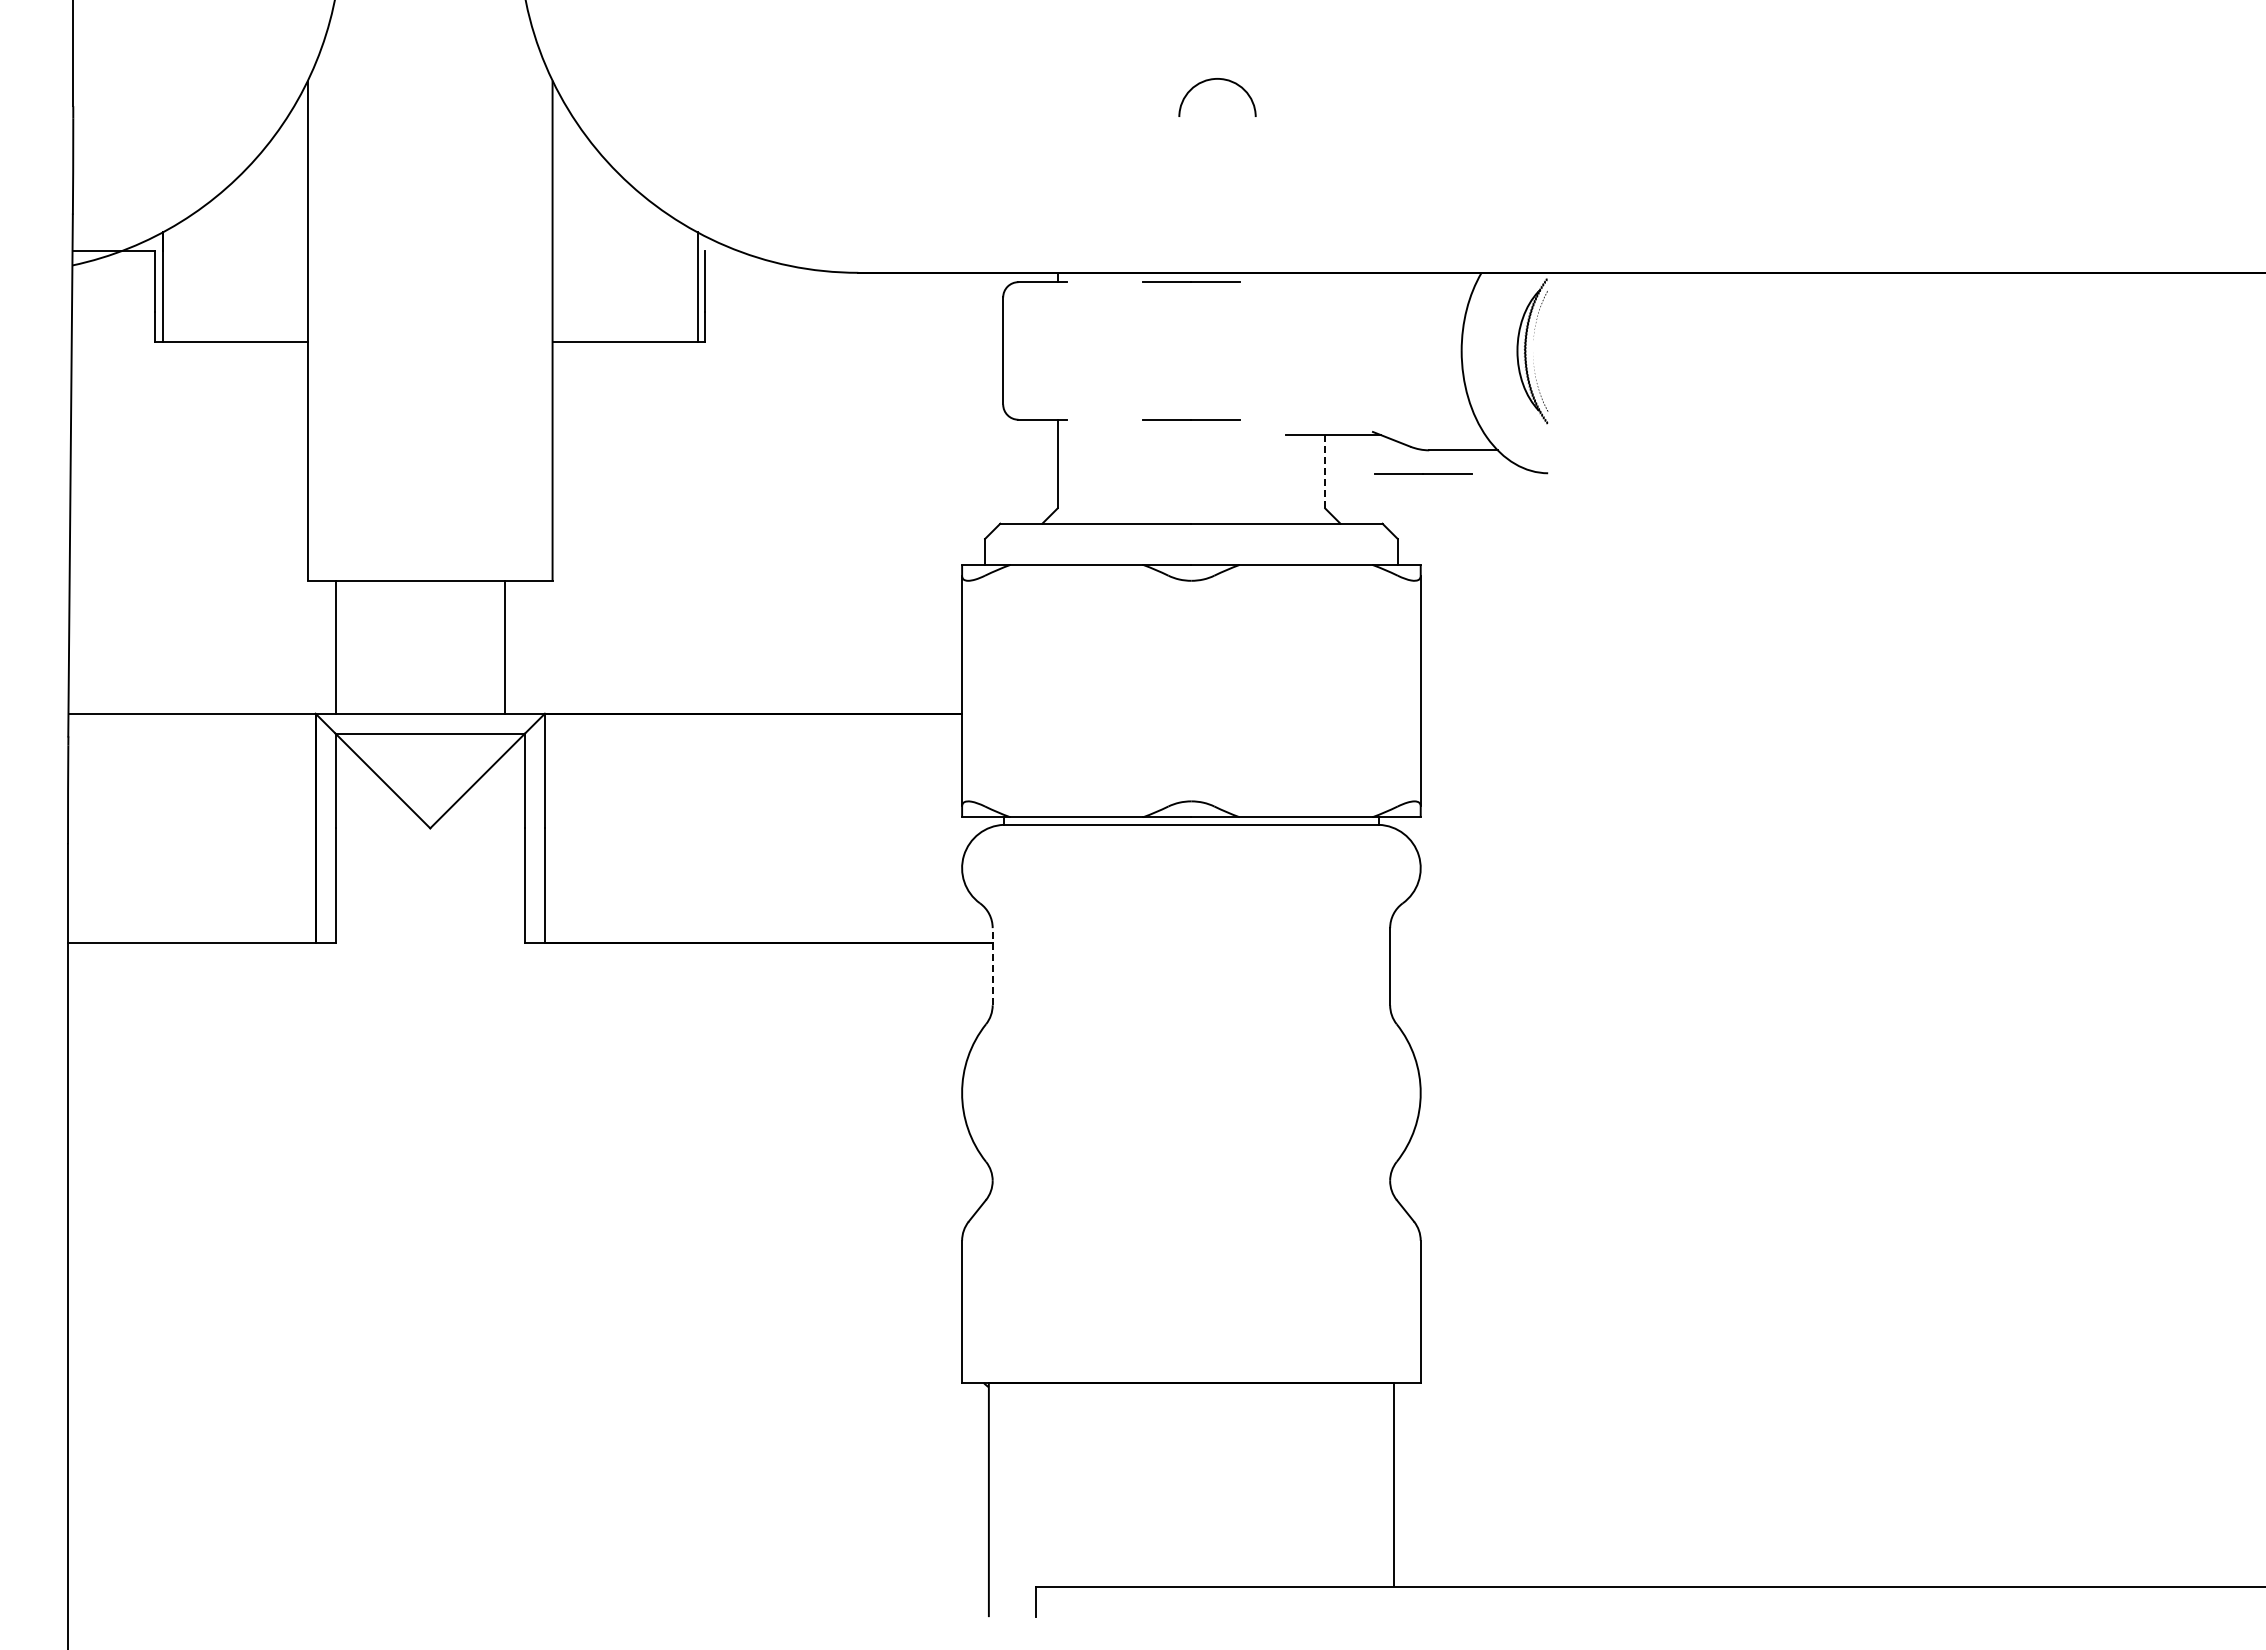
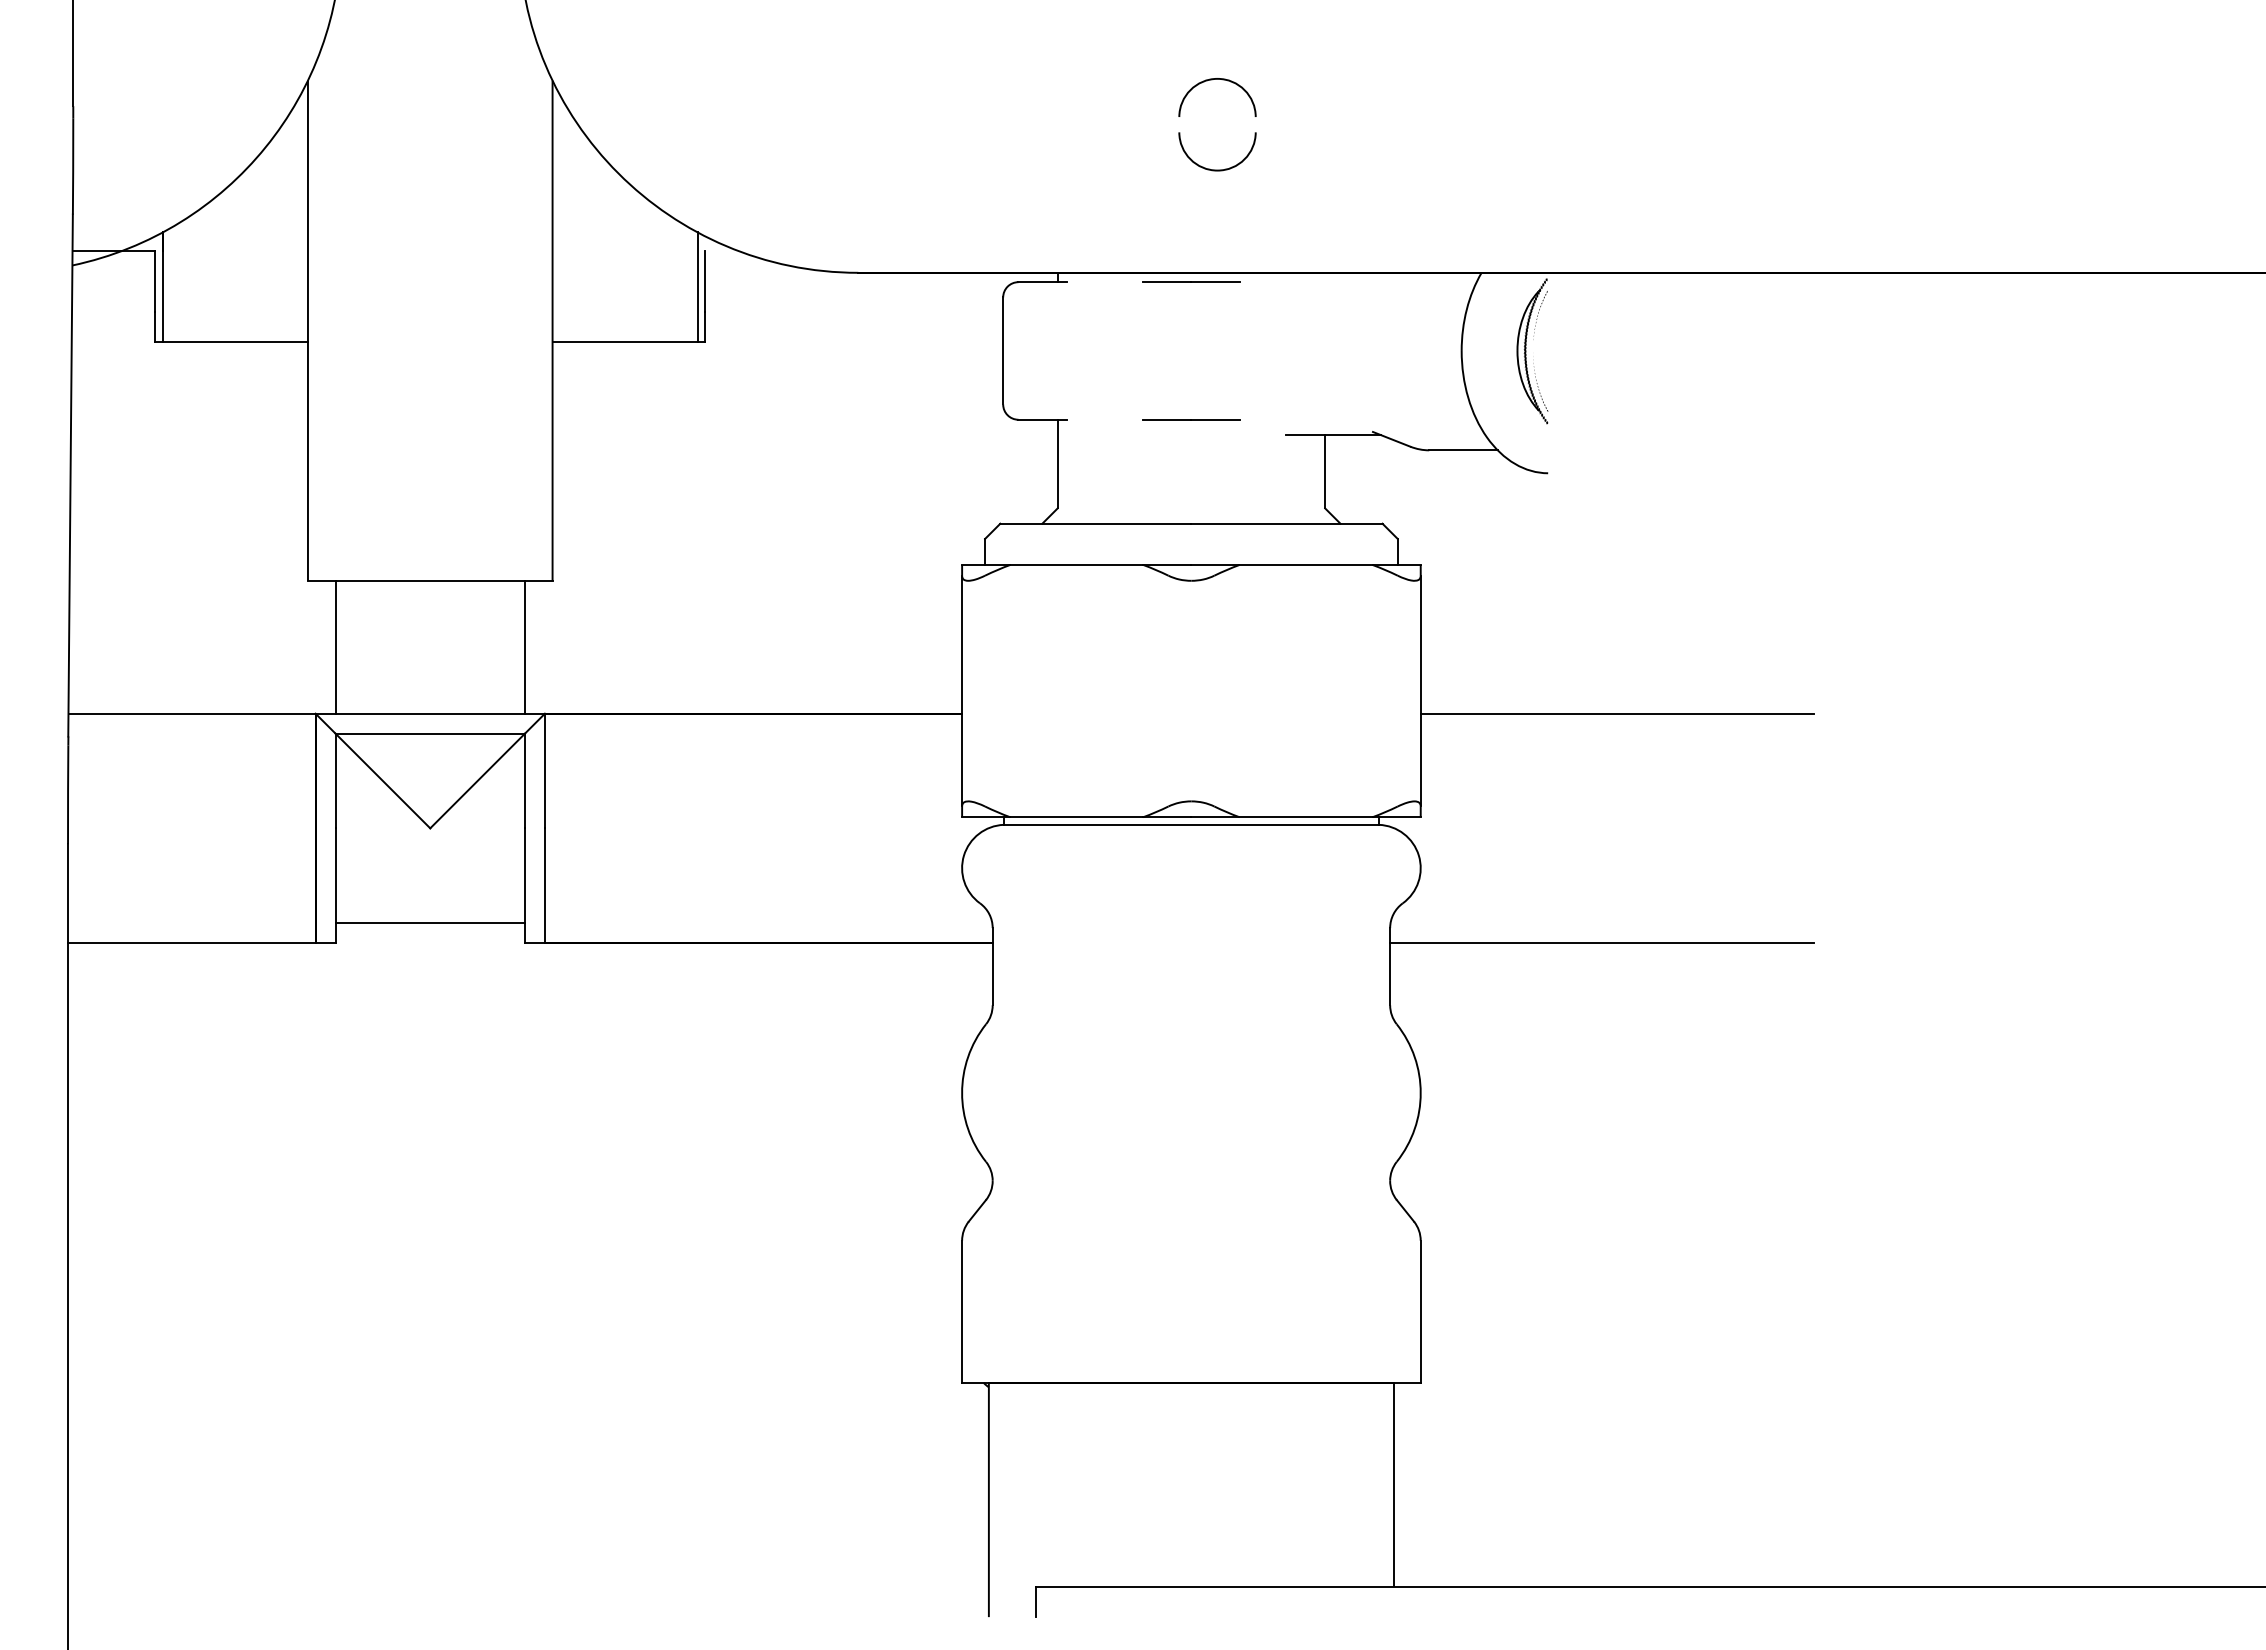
arc at (1217, 169): none -> present
line at (1325, 471): dashed -> solid
line at (1423, 473): present -> none
line at (505, 647) position: (505, 647) -> (525, 647)
line at (1616, 713): none -> present
line at (430, 923): none -> present
line at (1601, 942): none -> present
line at (992, 966): dashed -> solid
